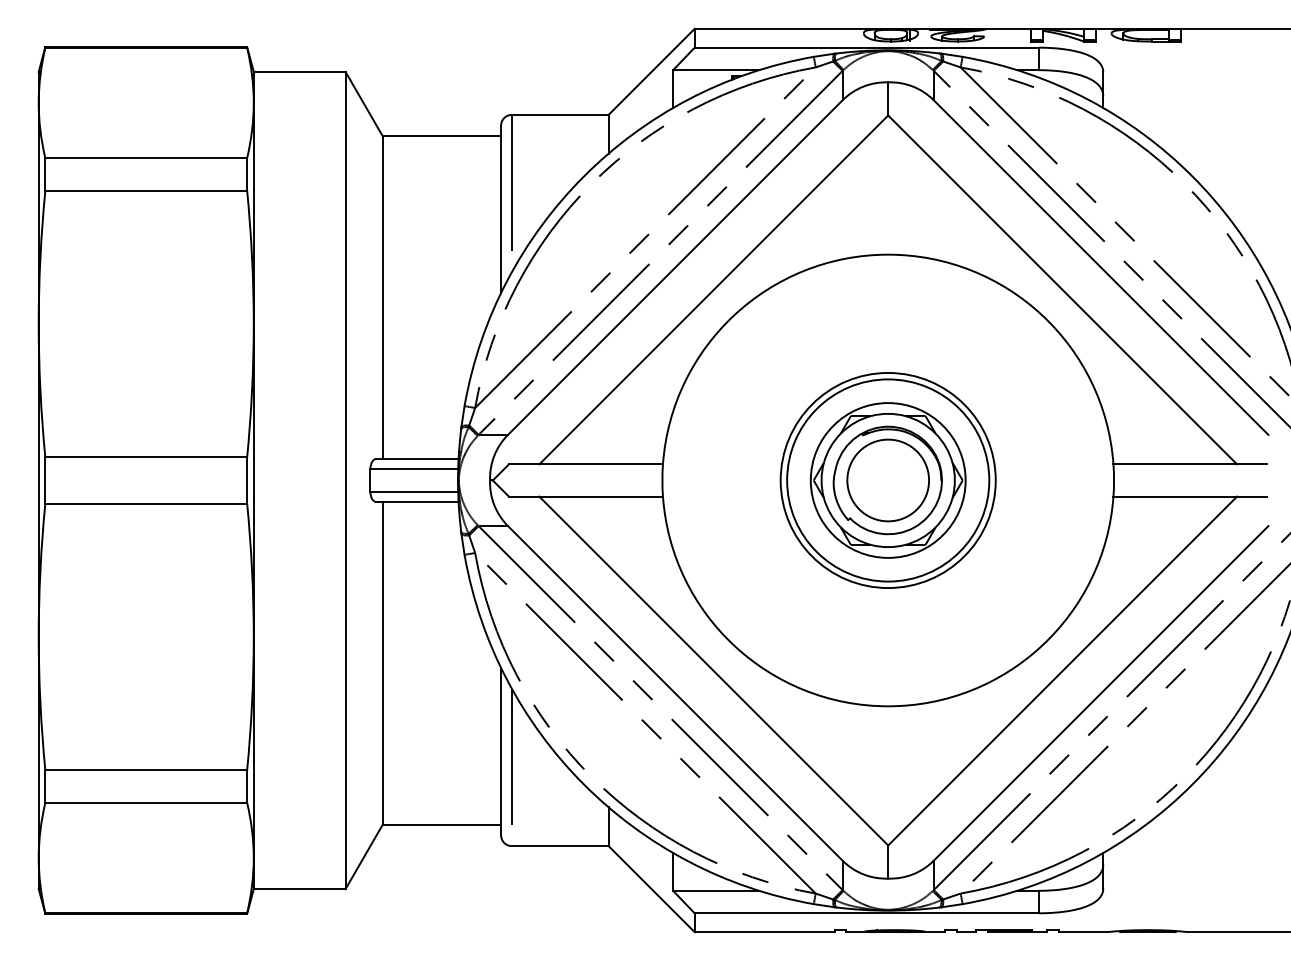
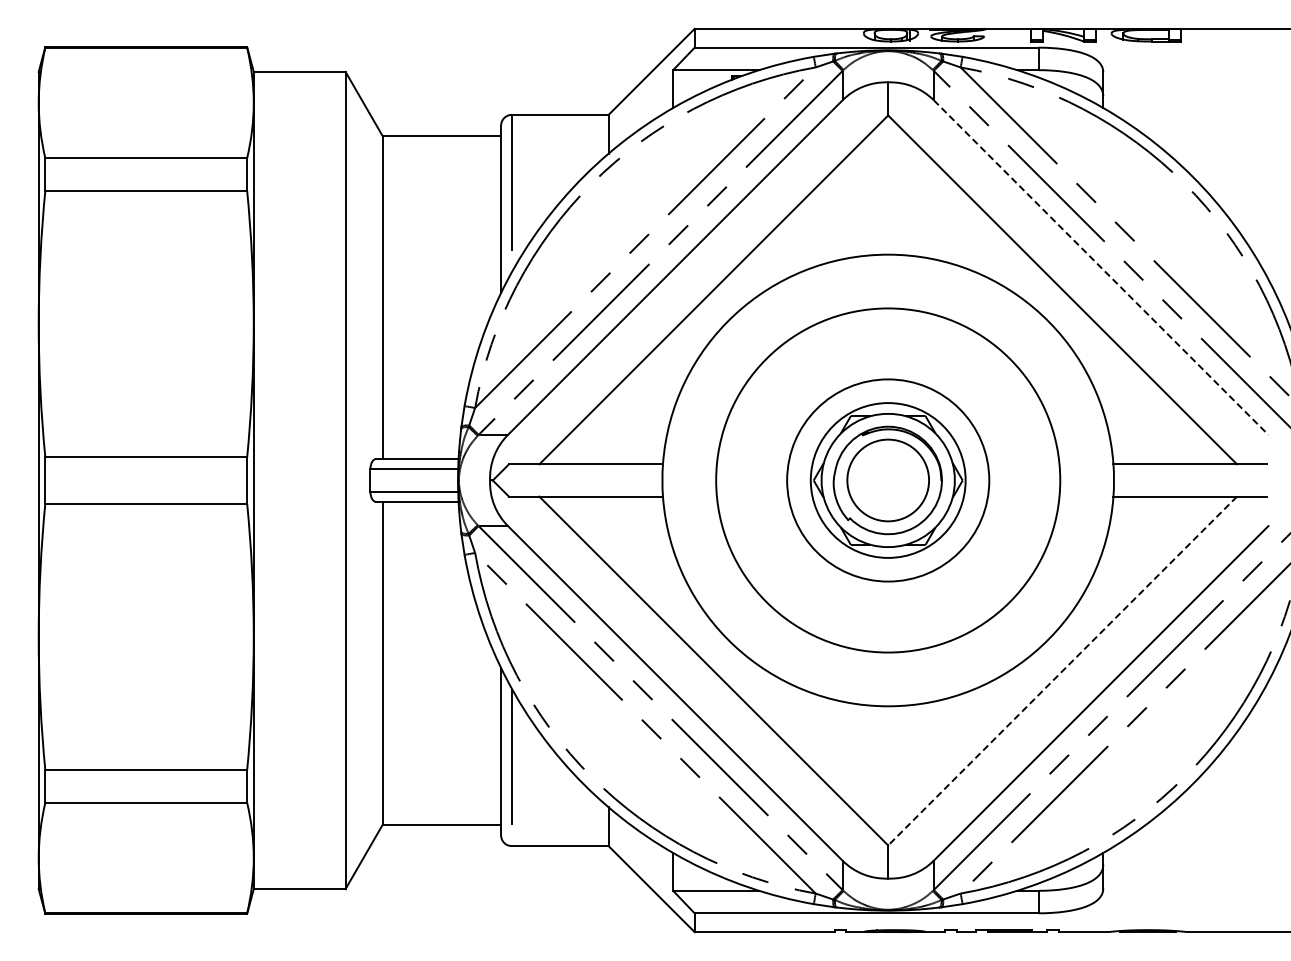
line at (1101, 267): solid -> dashed
circle at (887, 480) diameter: 215 px -> 344 px
line at (1062, 671): solid -> dashed
